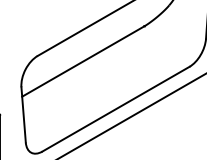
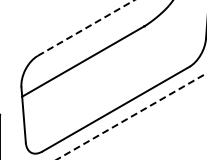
line at (86, 28): solid -> dashed
line at (130, 116): solid -> dashed
